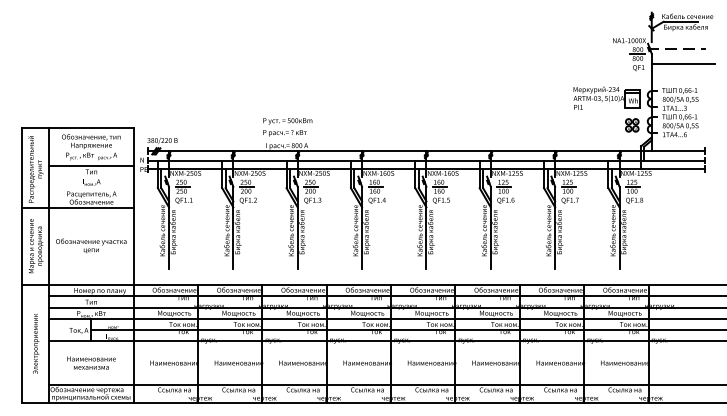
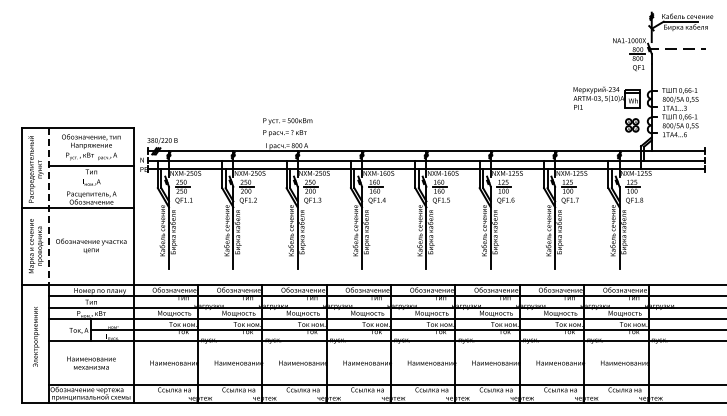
line at (682, 64): present -> none
line at (49, 206): solid -> dashed
text at (36, 343) position: (36, 343) -> (36, 336)
